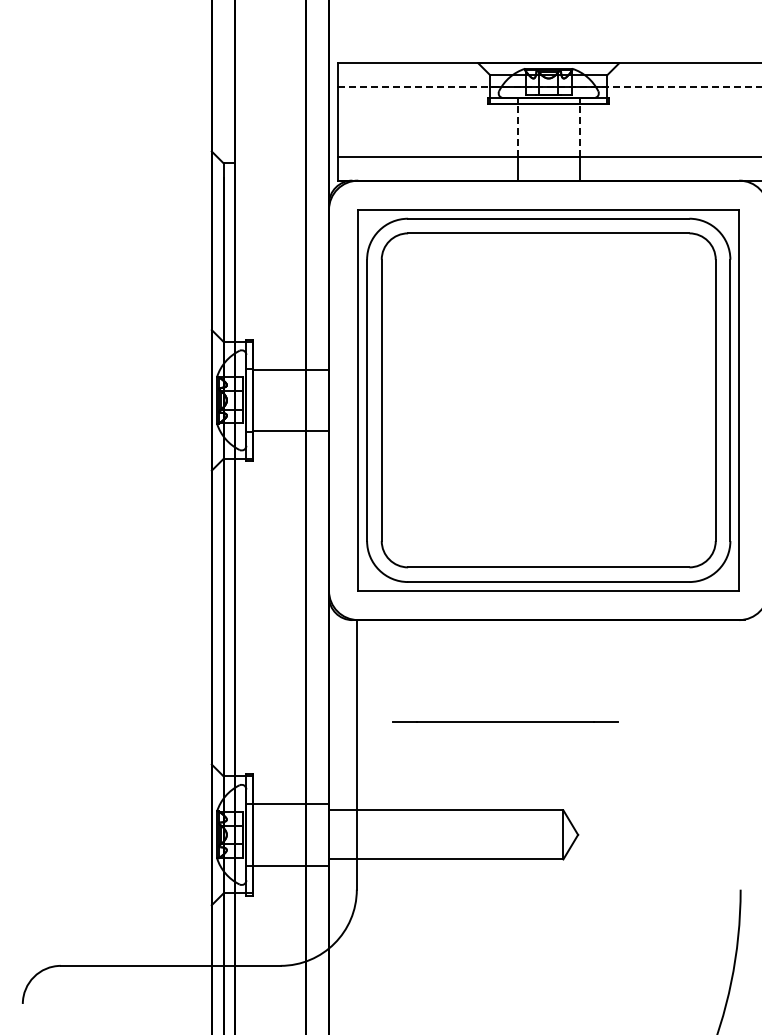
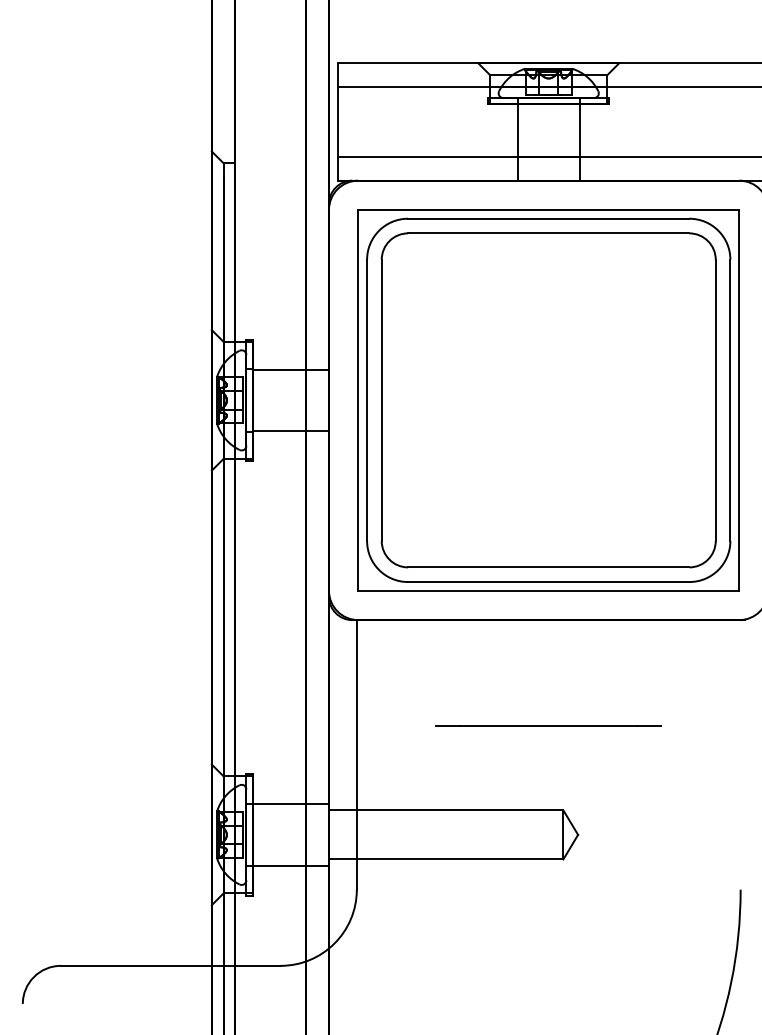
line at (550, 86): dashed -> solid
line at (517, 130): dashed -> solid
line at (579, 130): dashed -> solid
line at (505, 721) position: (505, 721) -> (548, 725)
